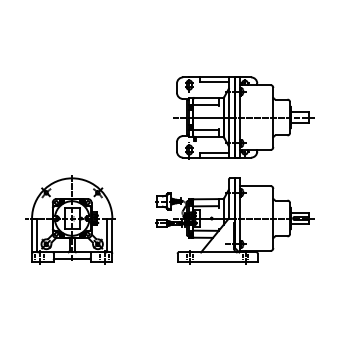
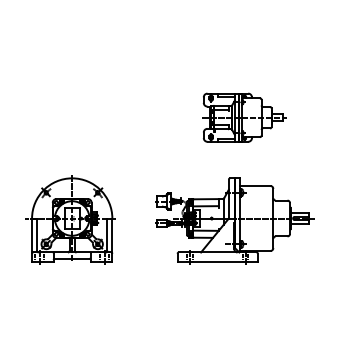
part at (243, 117) size: 142x84 px -> 85x51 px
